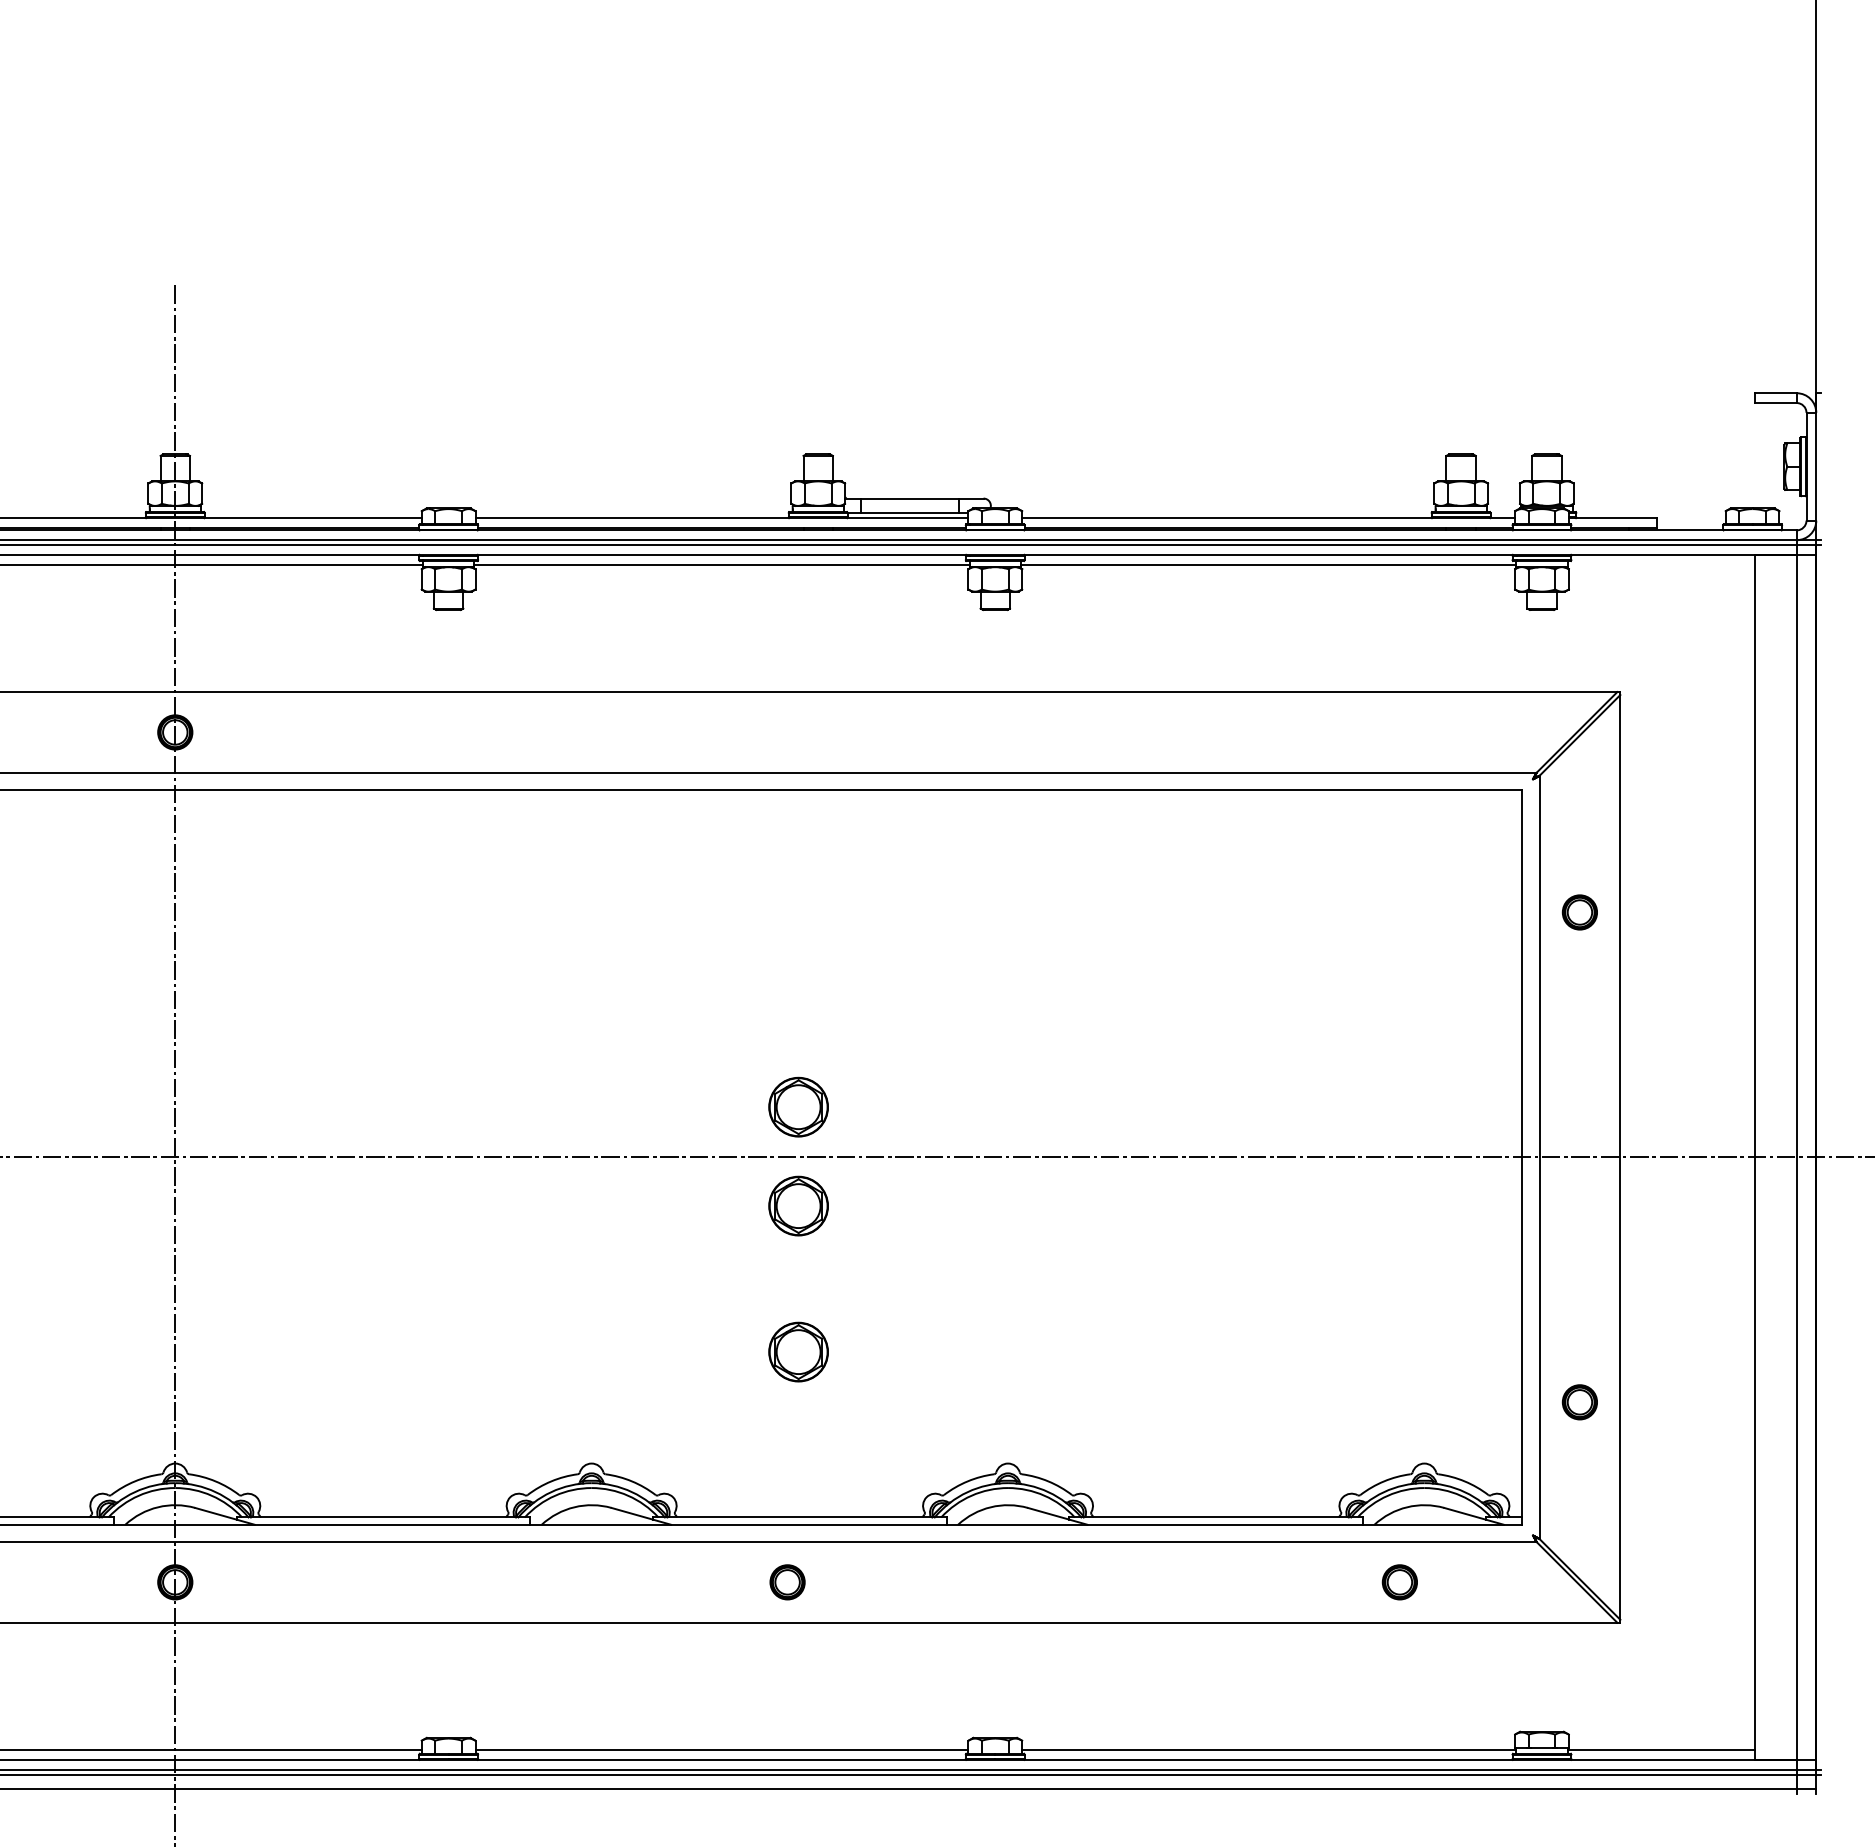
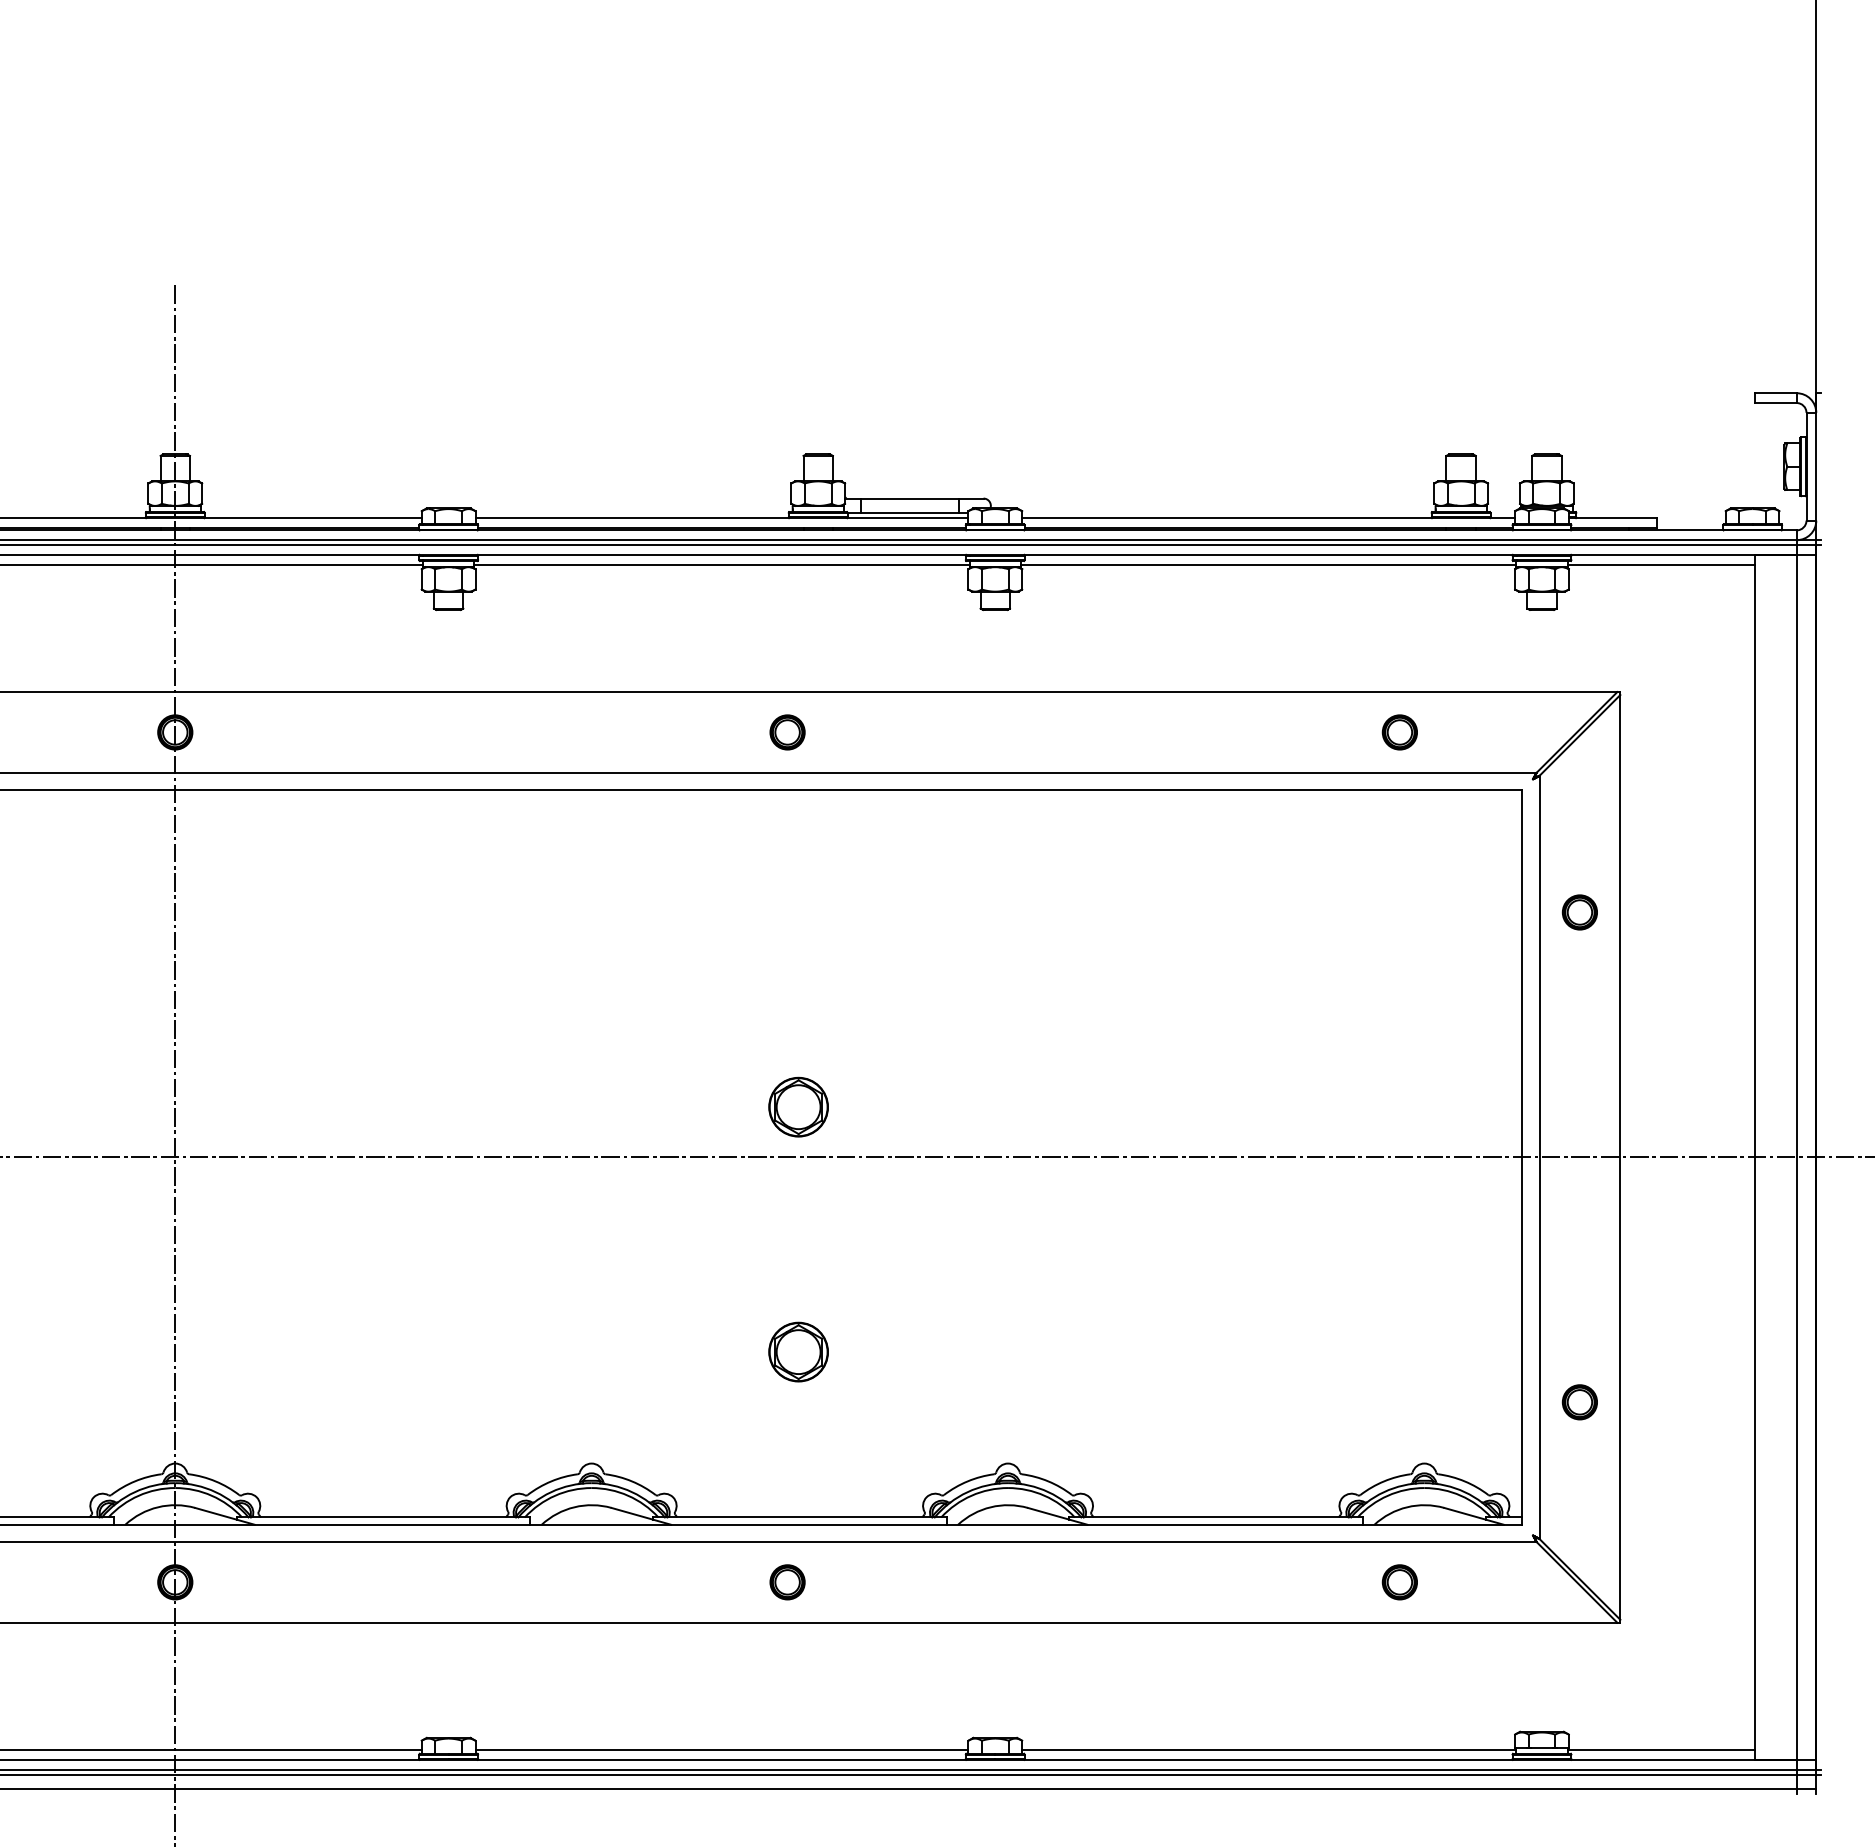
line at (1661, 564): none -> present
part at (787, 732): none -> present
part at (1399, 732): none -> present
part at (798, 1205): present -> none
